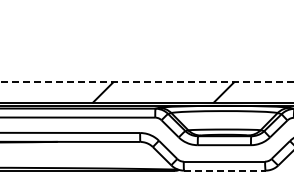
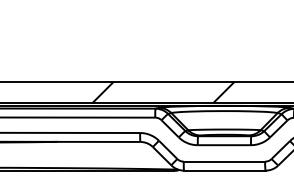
line at (146, 81): dashed -> solid
line at (224, 170): dashed -> solid
